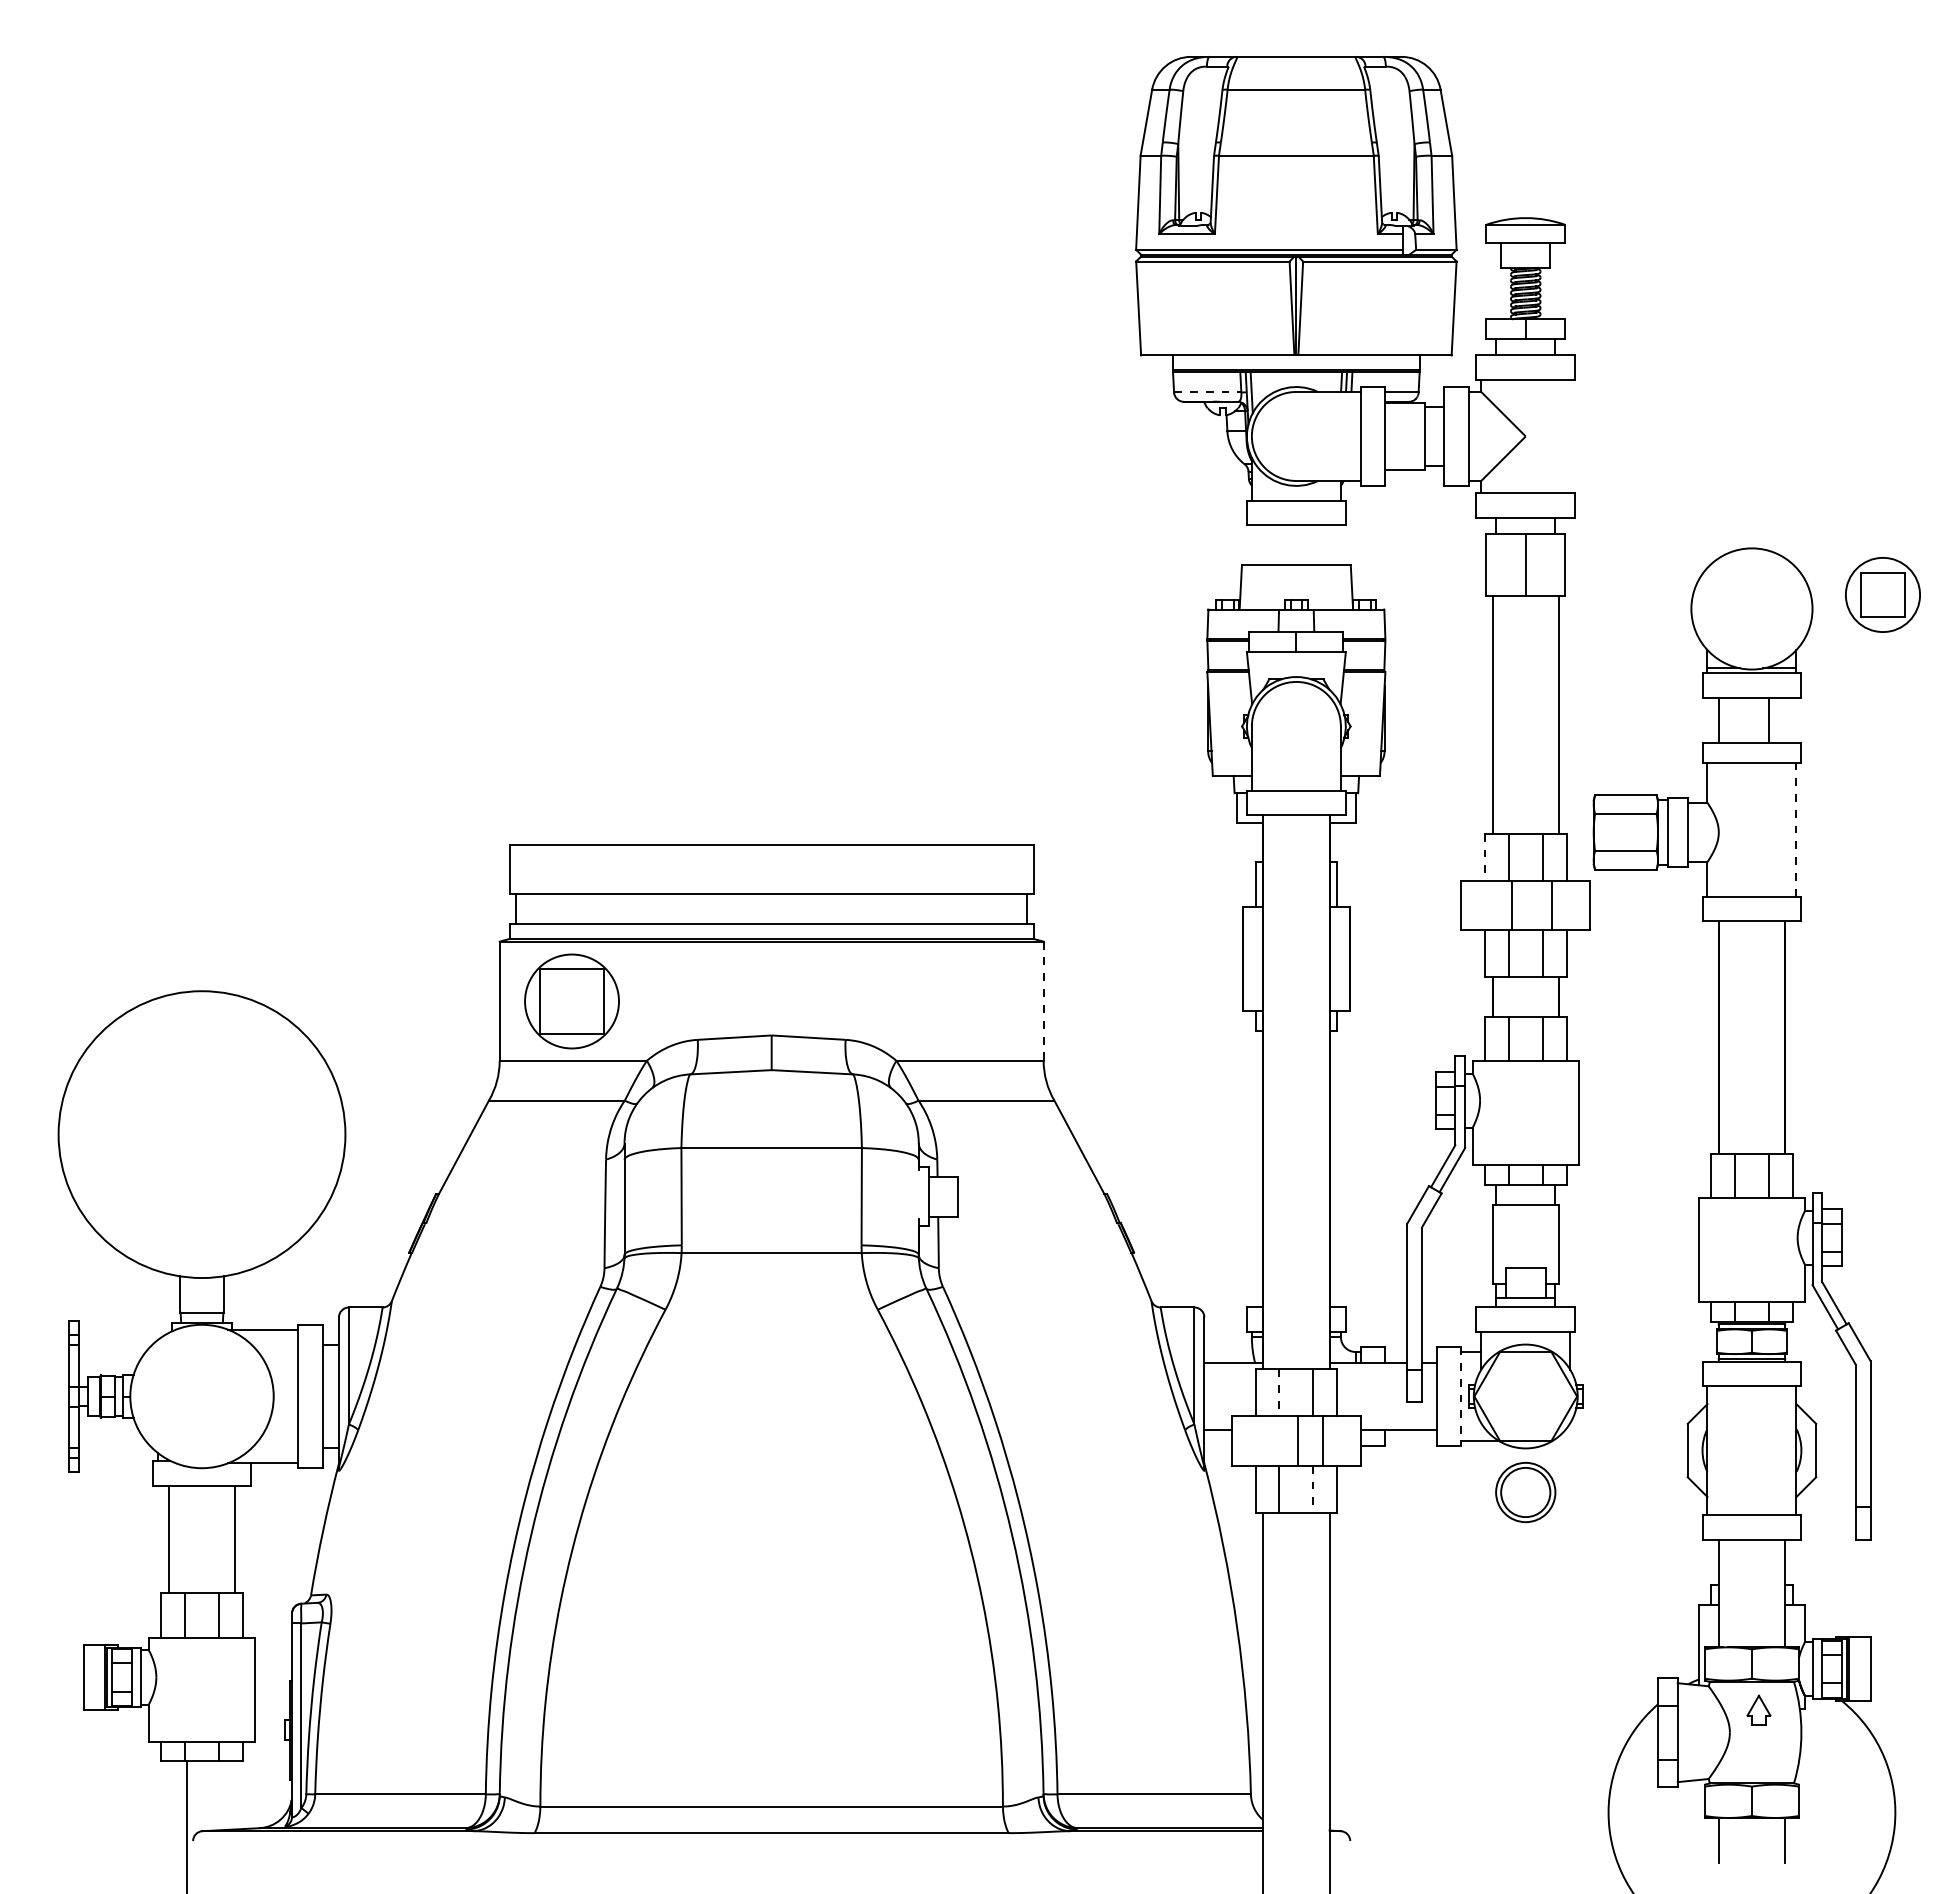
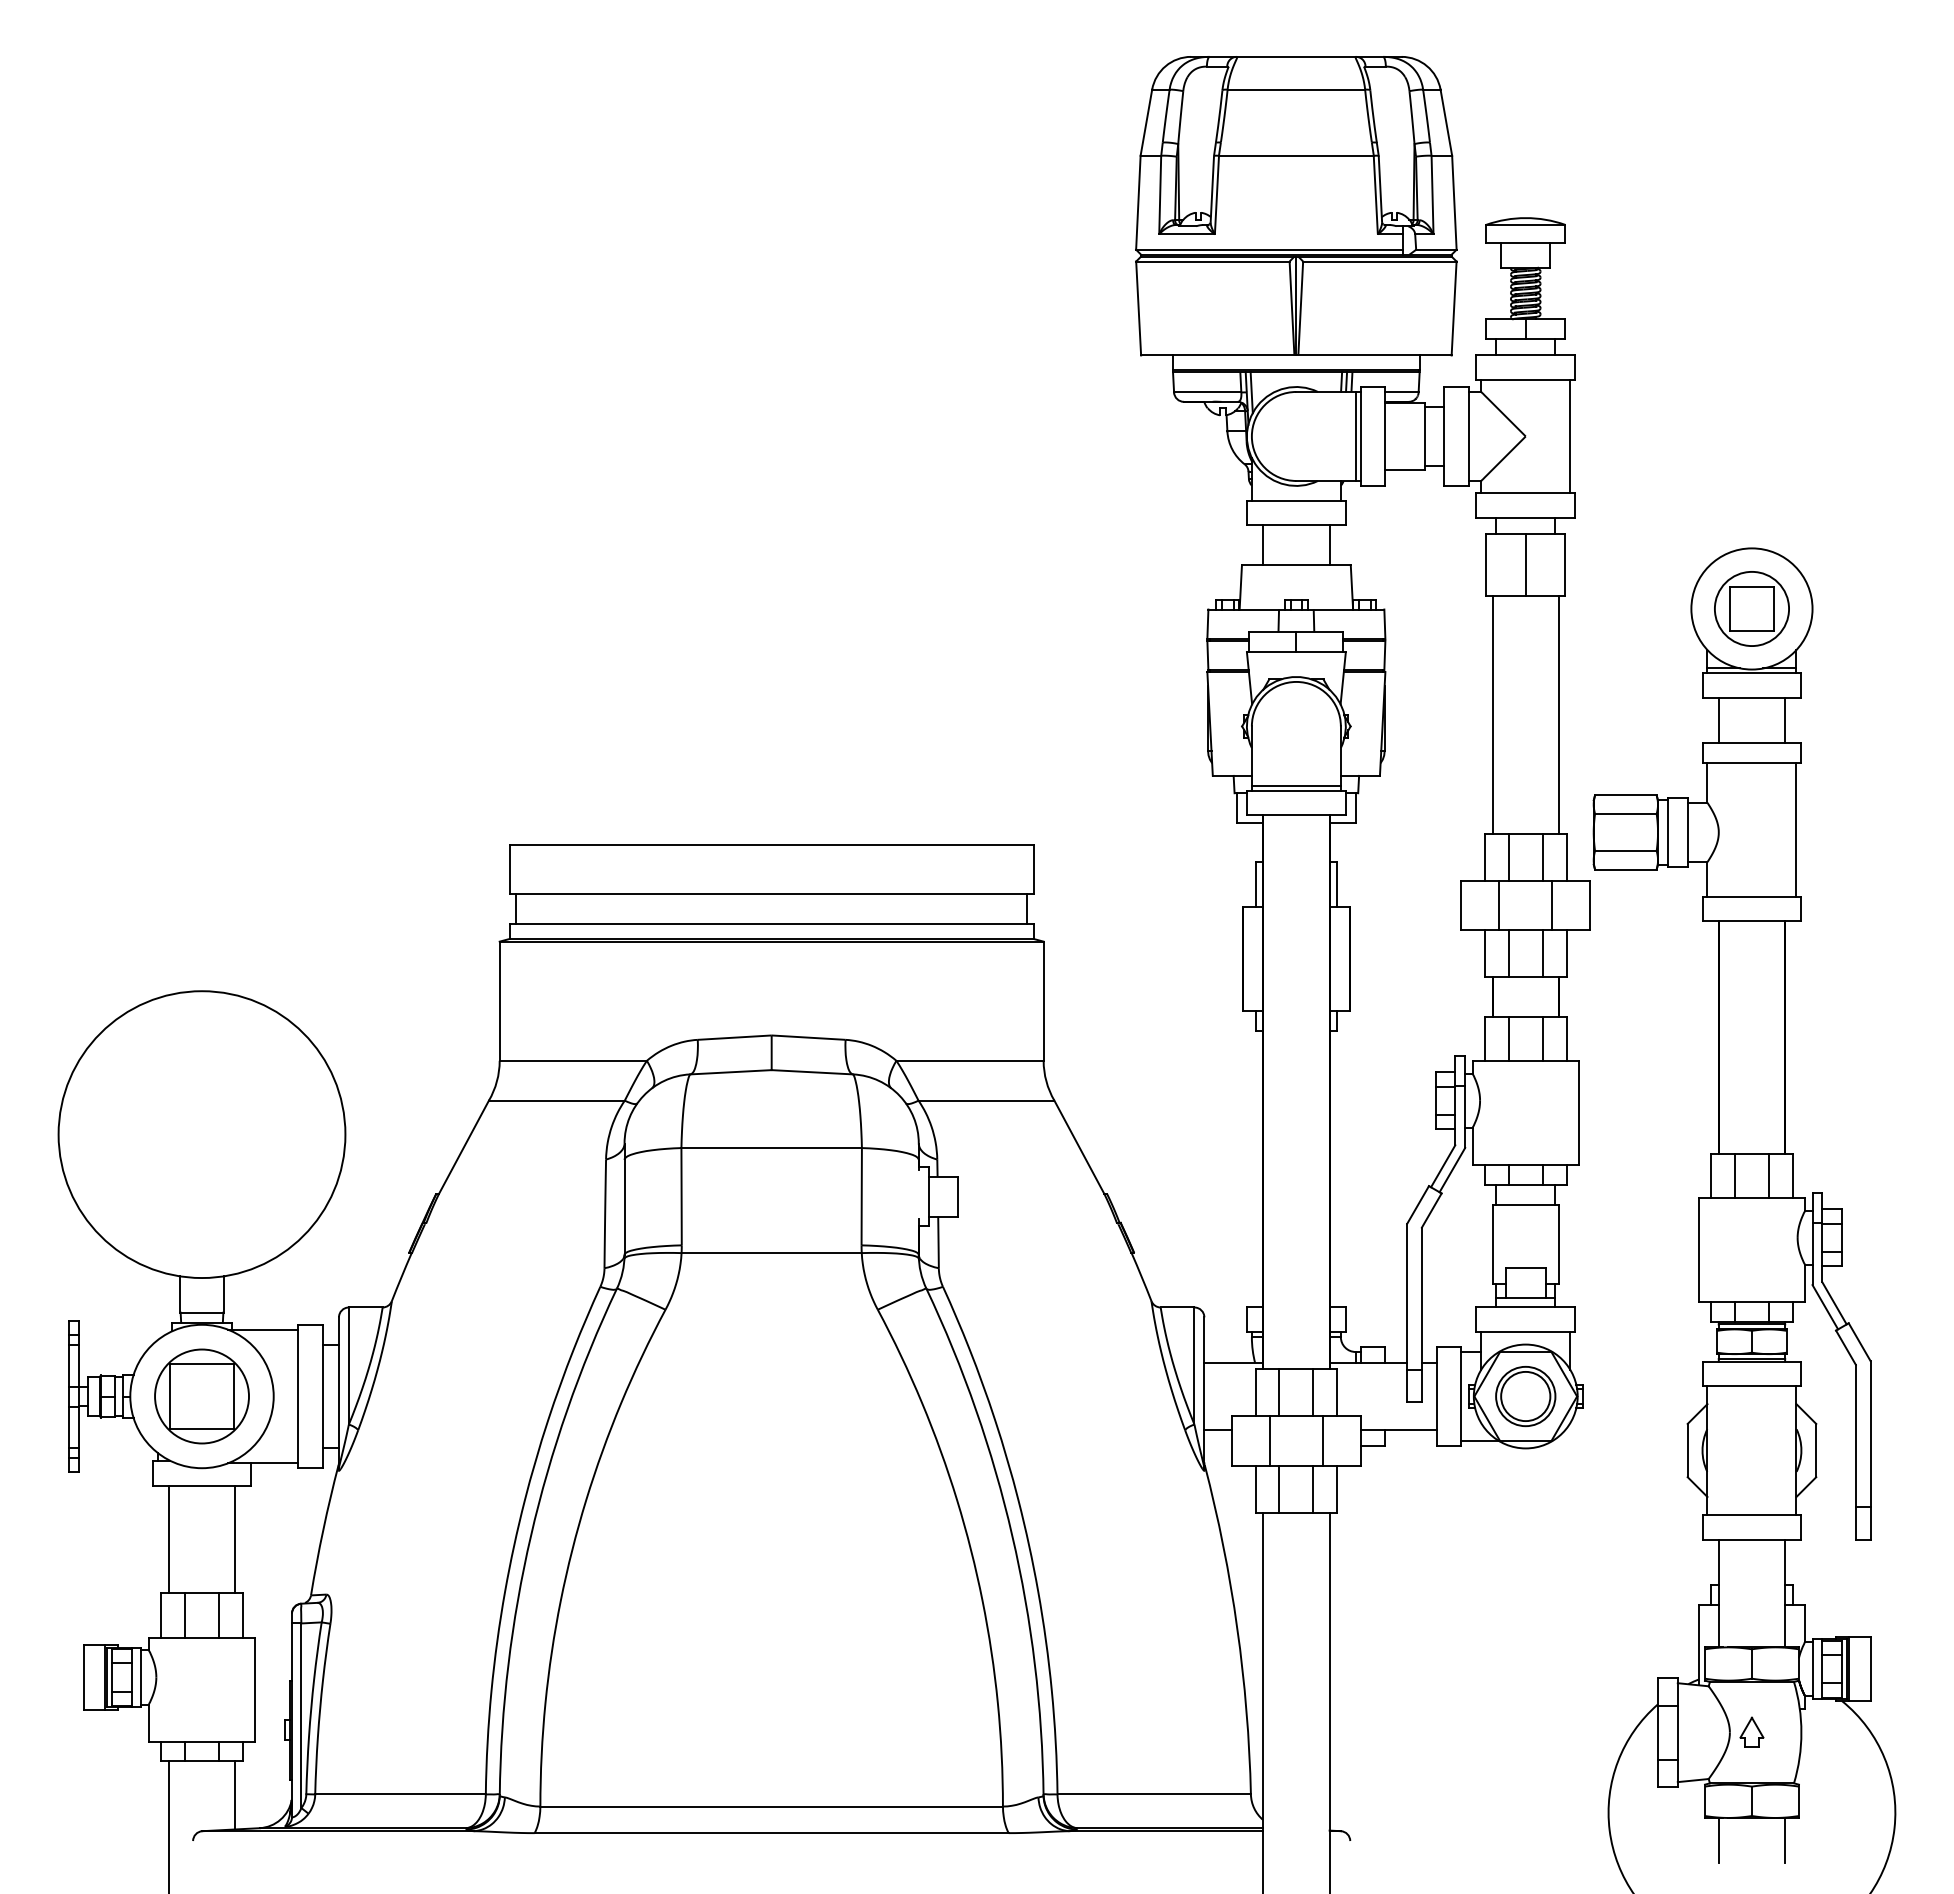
line at (1207, 392): dashed -> solid
line at (1355, 435): none -> present
line at (1570, 436): none -> present
line at (1263, 545): none -> present
line at (1329, 545): none -> present
part at (1882, 594) position: (1882, 594) -> (1751, 608)
line at (1769, 720) position: (1769, 720) -> (1785, 720)
line at (1295, 785): none -> present
line at (1796, 830): dashed -> solid
line at (1484, 857): dashed -> solid
line at (1512, 905) position: (1512, 905) -> (1499, 905)
part at (571, 1001) position: (571, 1001) -> (201, 1396)
line at (1043, 1001): dashed -> solid
line at (1279, 1393): dashed -> solid
line at (1461, 1397): dashed -> solid
line at (1297, 1440) position: (1297, 1440) -> (1269, 1440)
line at (1313, 1489): dashed -> solid
part at (1525, 1492) position: (1525, 1492) -> (1525, 1396)
part at (1758, 1709) position: (1758, 1709) -> (1751, 1731)
line at (235, 1795): none -> present
line at (186, 1825) position: (186, 1825) -> (168, 1825)
